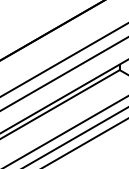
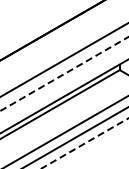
line at (64, 73): solid -> dashed
line at (85, 143): solid -> dashed
